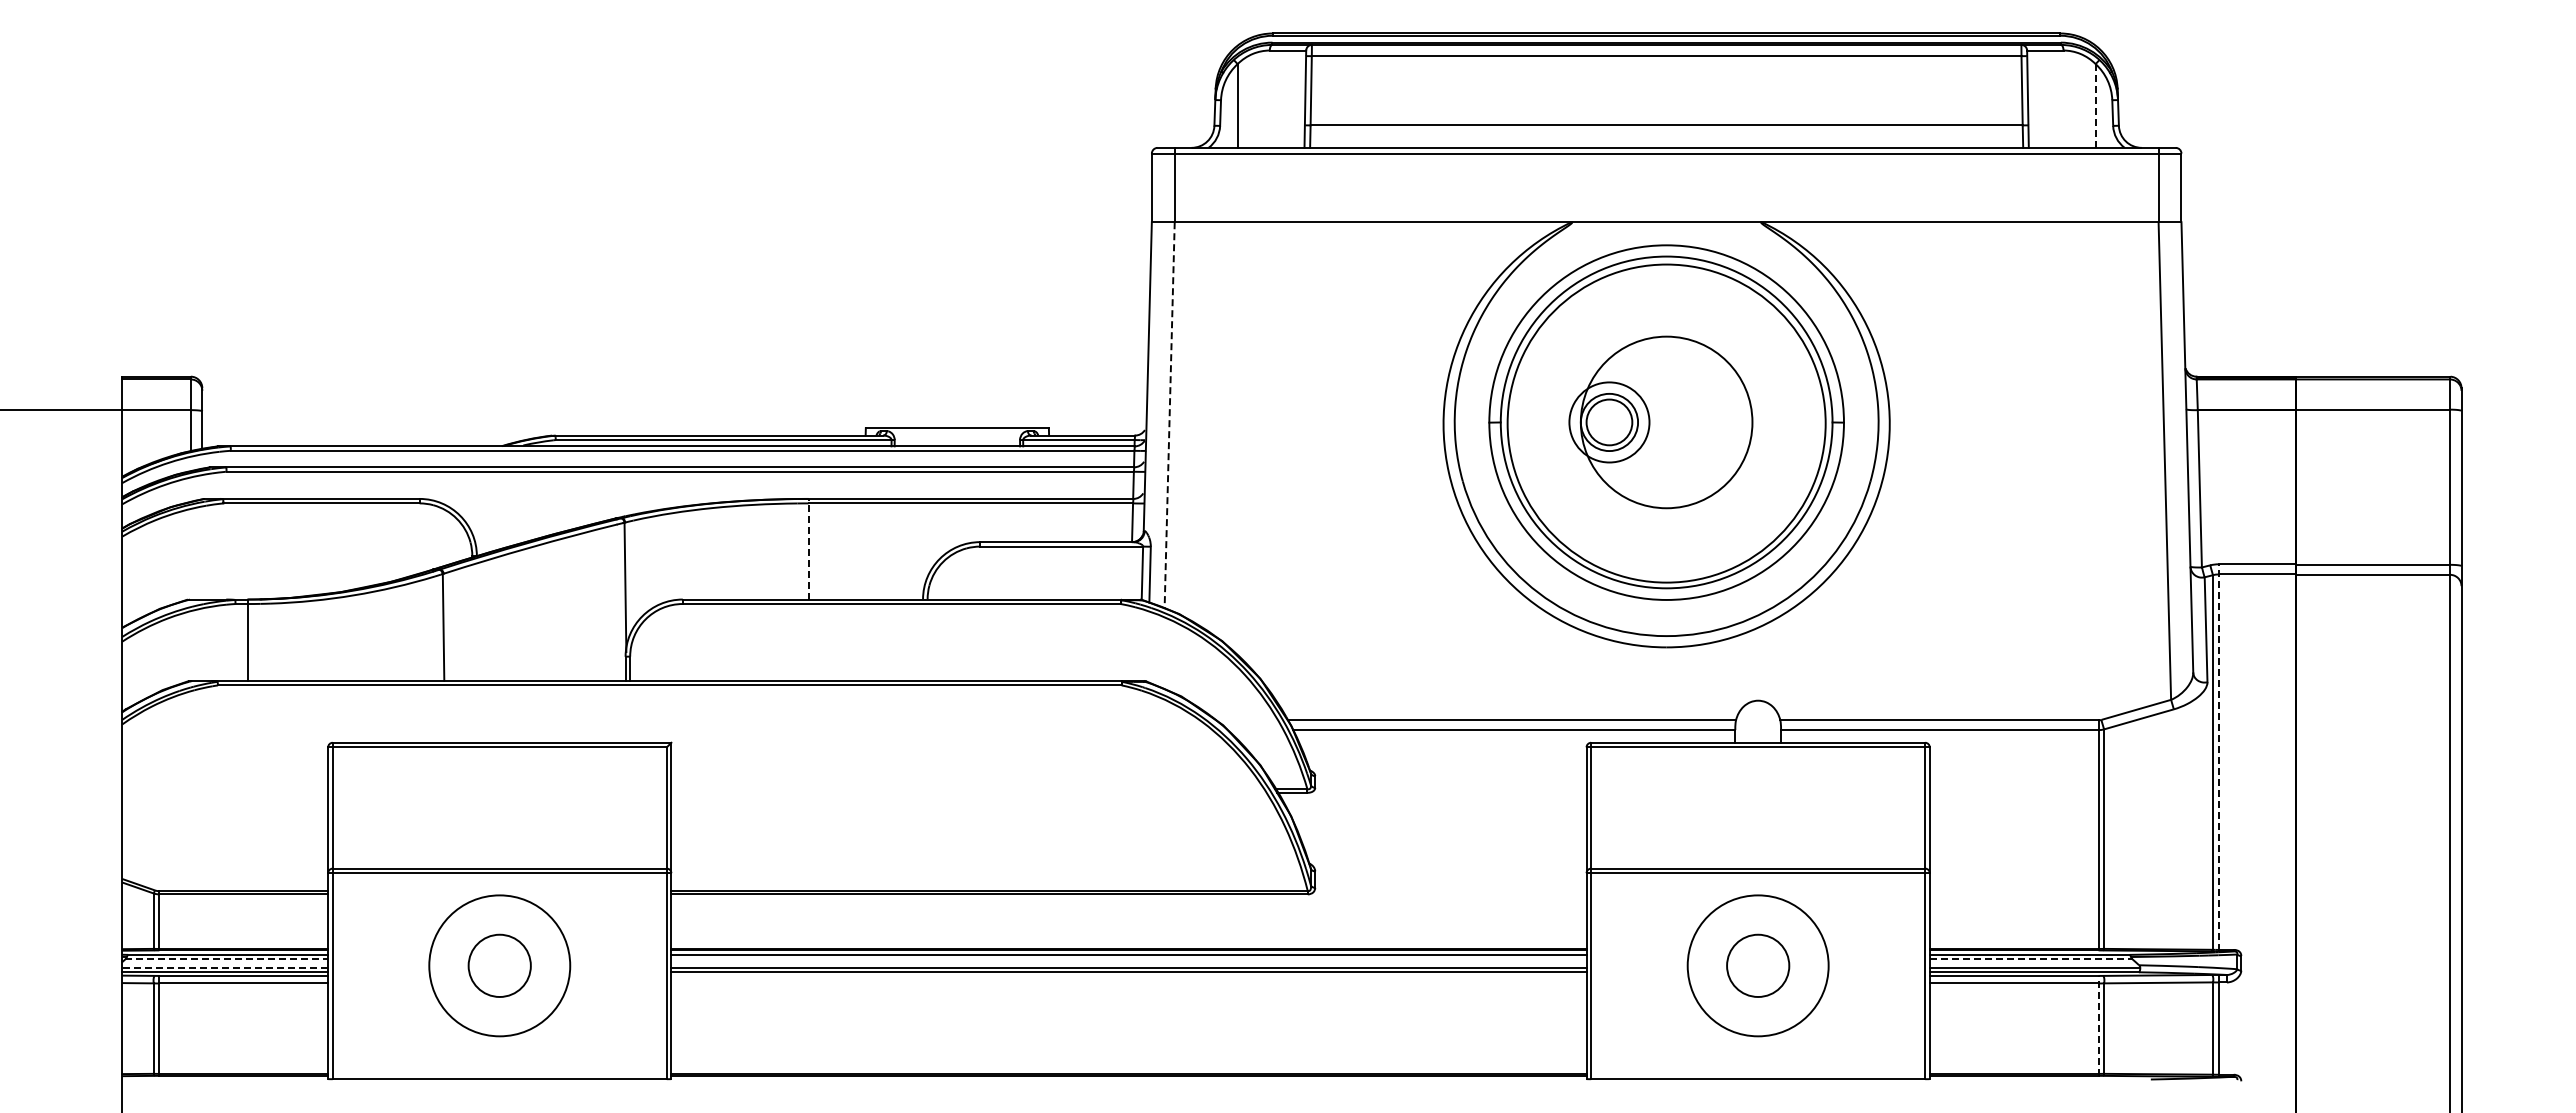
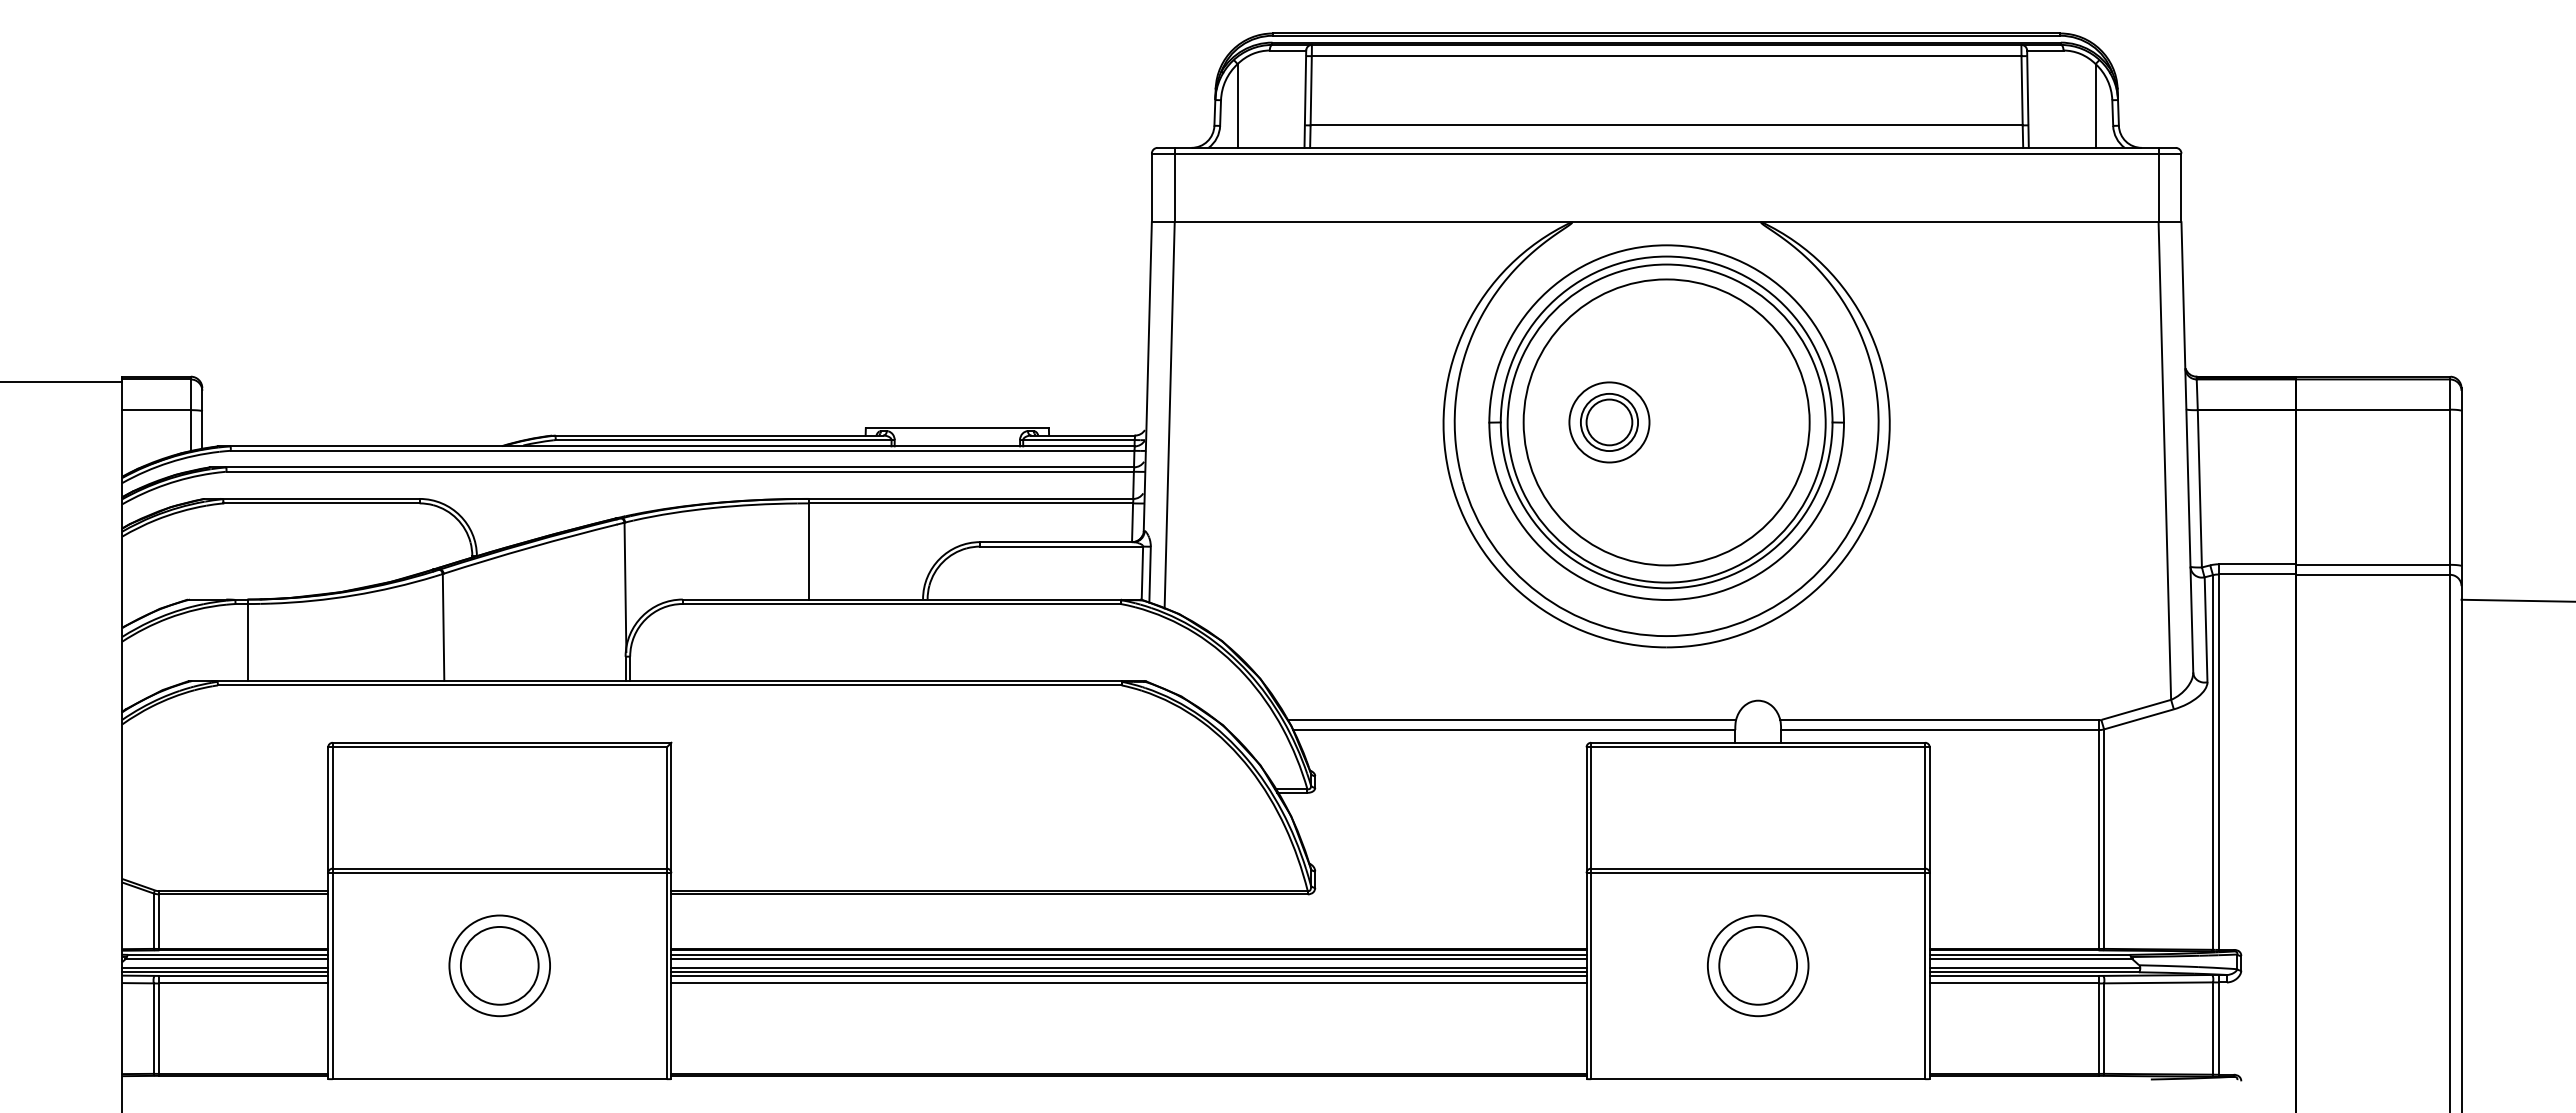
line at (2095, 106): dashed -> solid
line at (62, 410) position: (62, 410) -> (62, 382)
line at (1169, 415): dashed -> solid
circle at (1666, 422) diameter: 172 px -> 286 px
line at (808, 548): dashed -> solid
line at (2516, 600): none -> present
line at (2218, 757): dashed -> solid
line at (227, 959): dashed -> solid
line at (1128, 959): none -> present
line at (2031, 959): dashed -> solid
circle at (499, 965) diameter: 141 px -> 101 px
circle at (499, 965) diameter: 62 px -> 78 px
circle at (1757, 965) diameter: 141 px -> 101 px
circle at (1758, 965) diameter: 62 px -> 78 px
line at (225, 967): dashed -> solid
line at (1128, 975): none -> present
line at (1128, 983): none -> present
line at (2098, 1025): dashed -> solid
